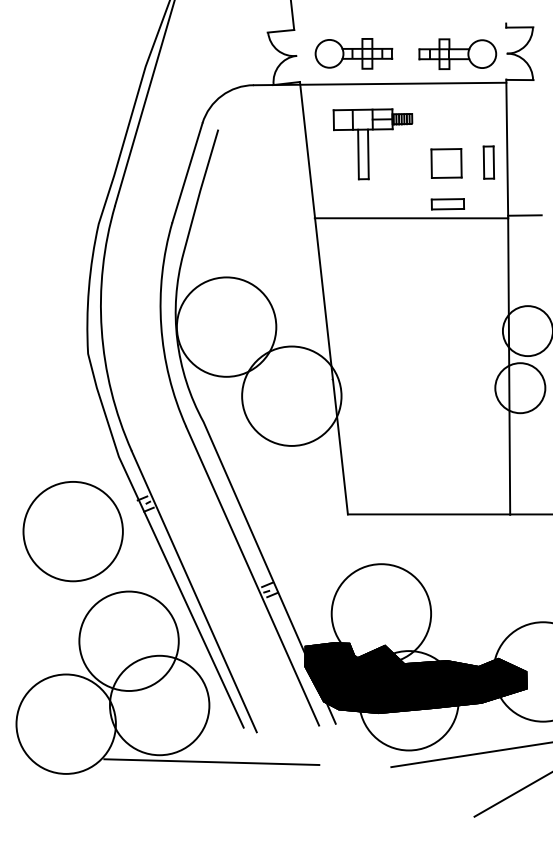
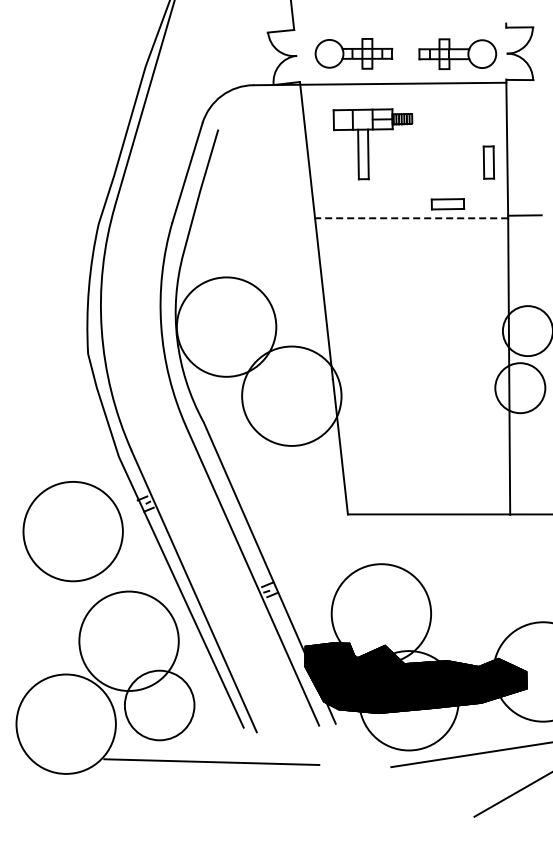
part at (446, 163): present -> none
line at (411, 218): solid -> dashed
circle at (159, 705) diameter: 99 px -> 70 px
